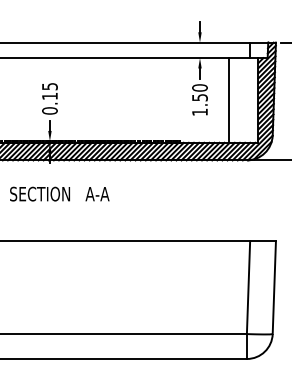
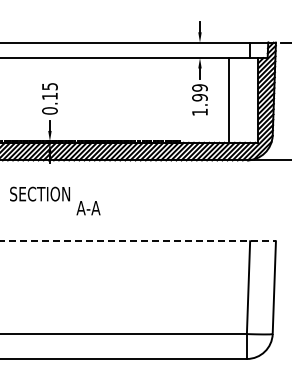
text at (199, 92): 1.50 -> 1.99
text at (97, 194) position: (97, 194) -> (88, 208)
line at (138, 241): solid -> dashed
